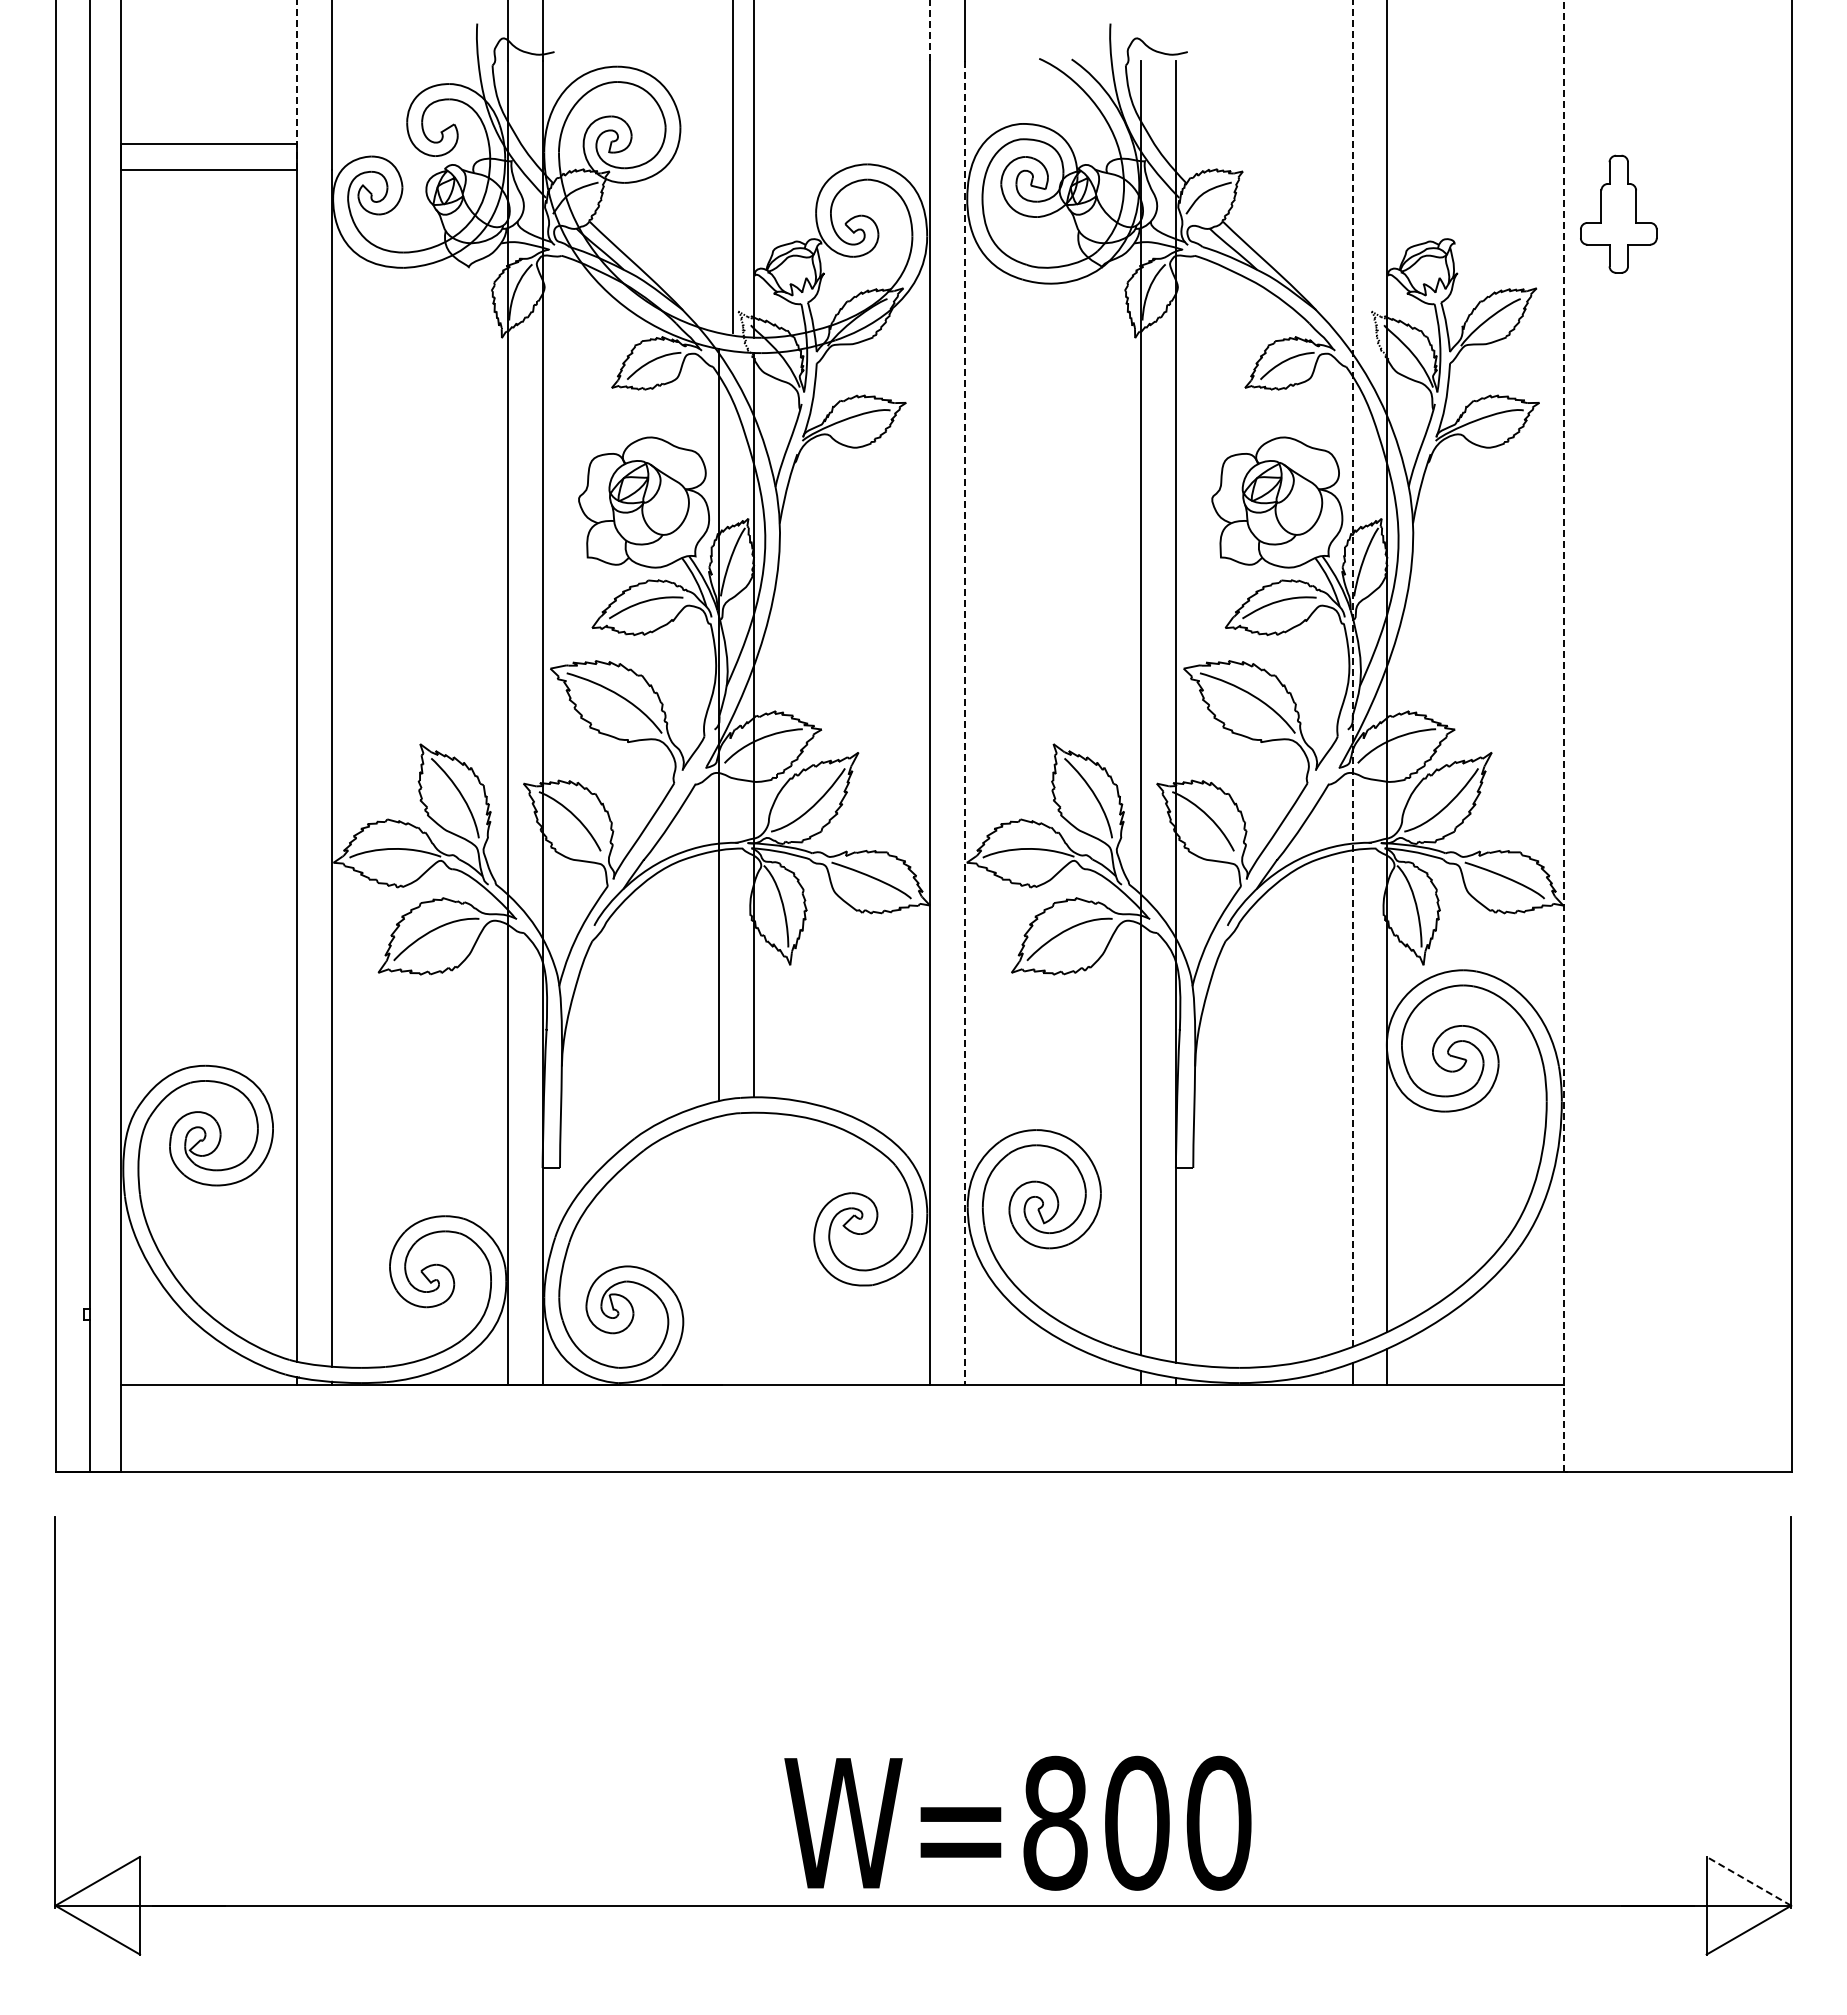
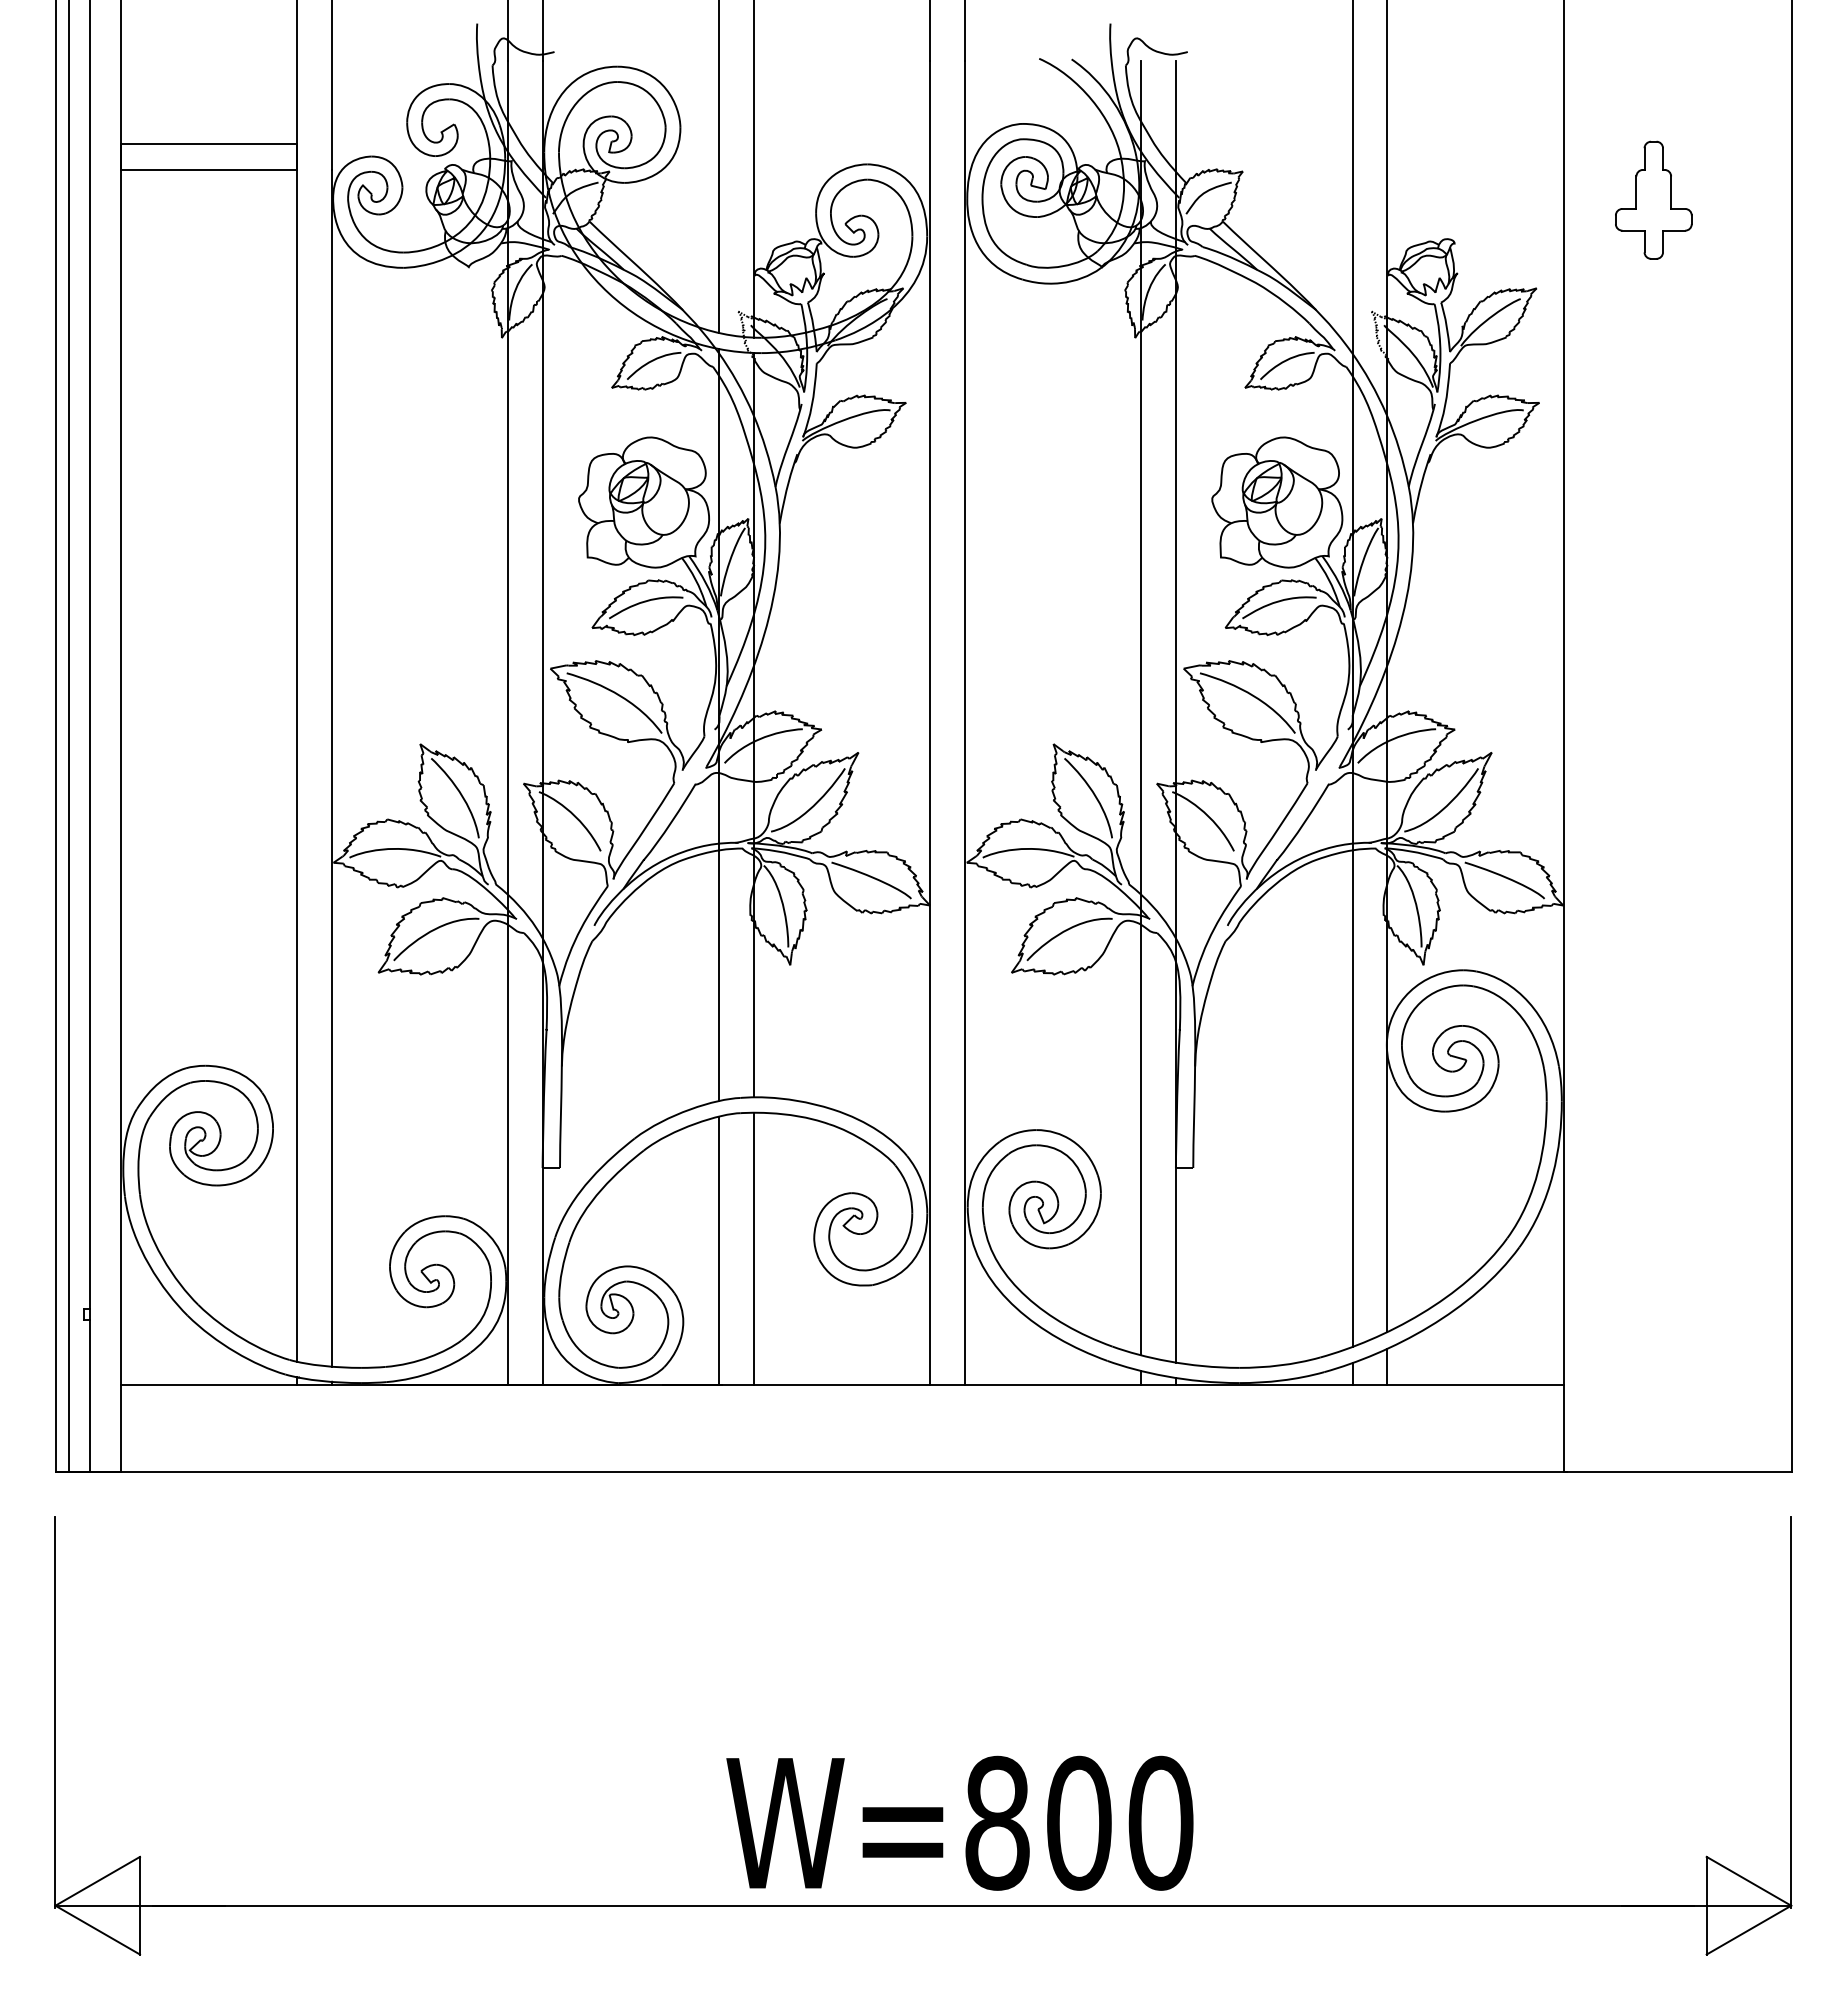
line at (930, 30): dashed -> solid
line at (296, 84): dashed -> solid
line at (733, 167) position: (733, 167) -> (719, 167)
part at (1618, 213) position: (1618, 213) -> (1653, 199)
line at (1352, 673): dashed -> solid
line at (964, 723): dashed -> solid
line at (1563, 735): dashed -> solid
line at (68, 736): none -> present
line at (753, 1248): none -> present
line at (719, 1250): none -> present
text at (1017, 1822) position: (1017, 1822) -> (959, 1822)
line at (1748, 1881): dashed -> solid
